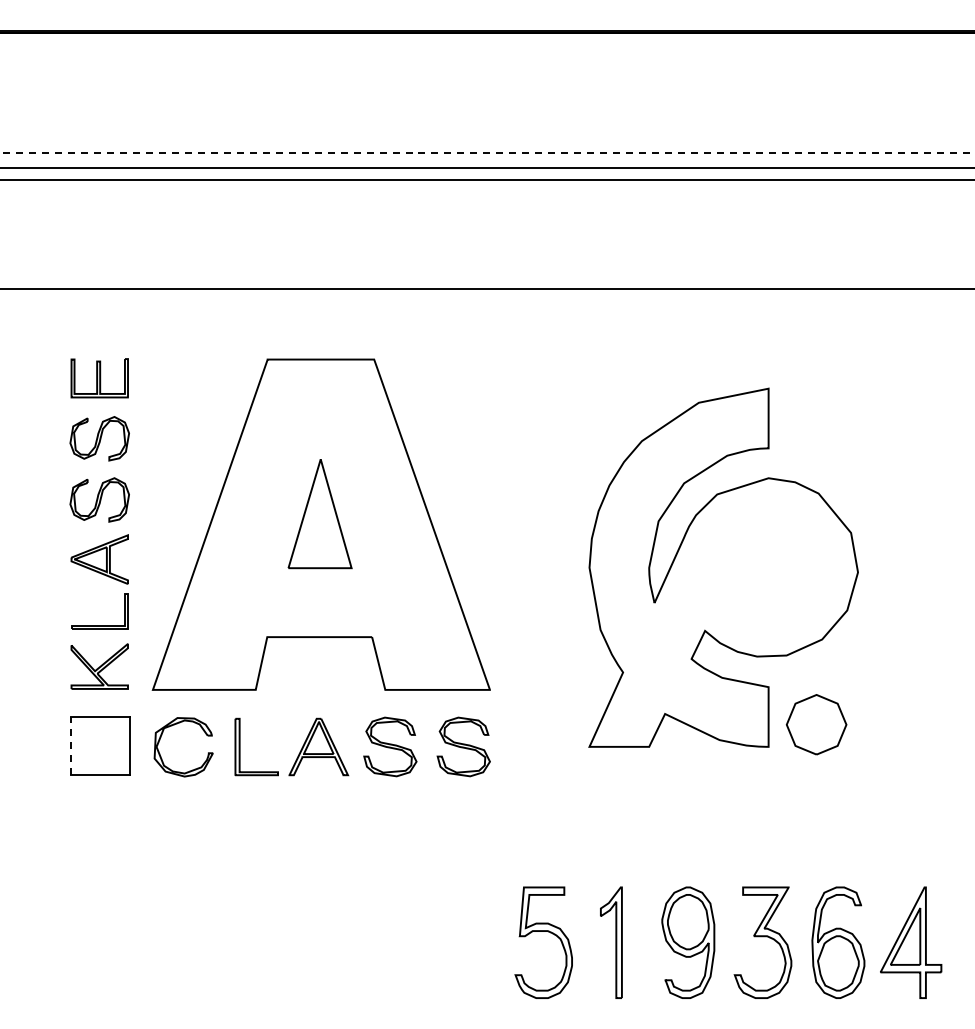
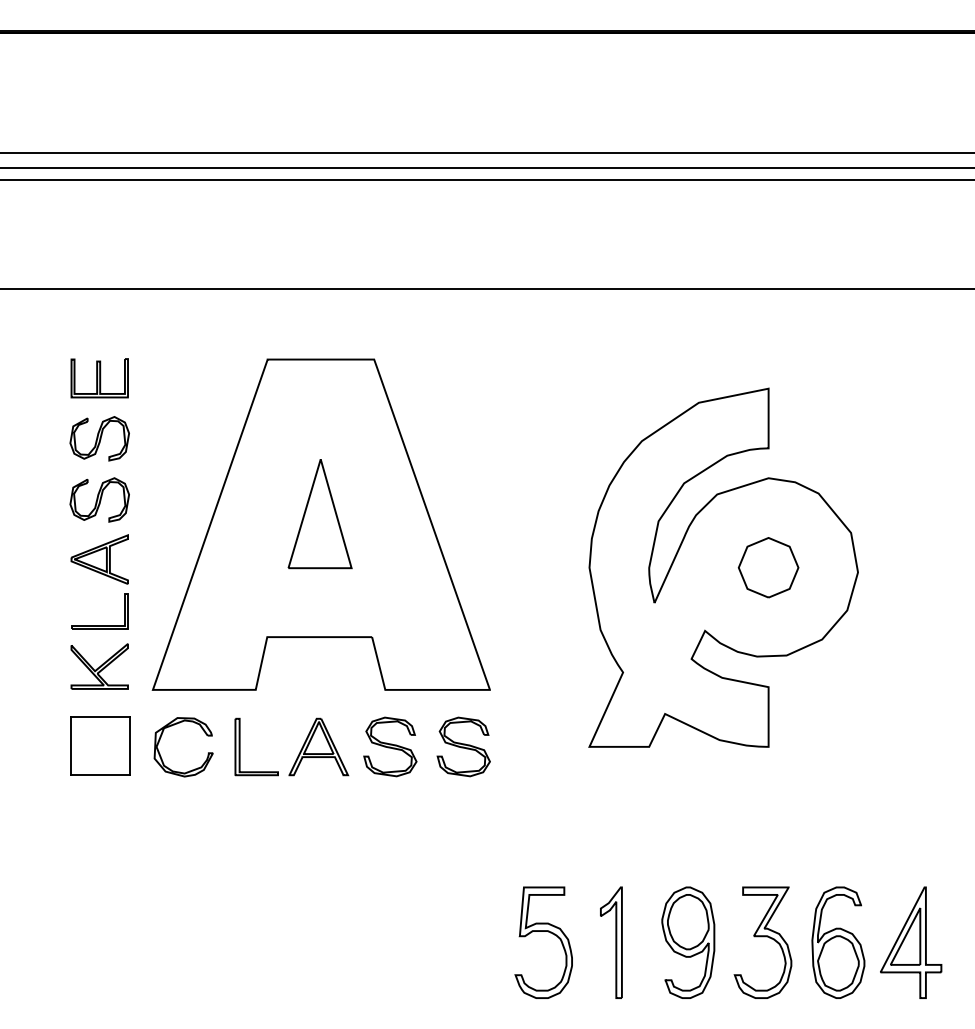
line at (487, 152): dashed -> solid
part at (816, 724) position: (816, 724) -> (768, 567)
line at (71, 745): dashed -> solid
